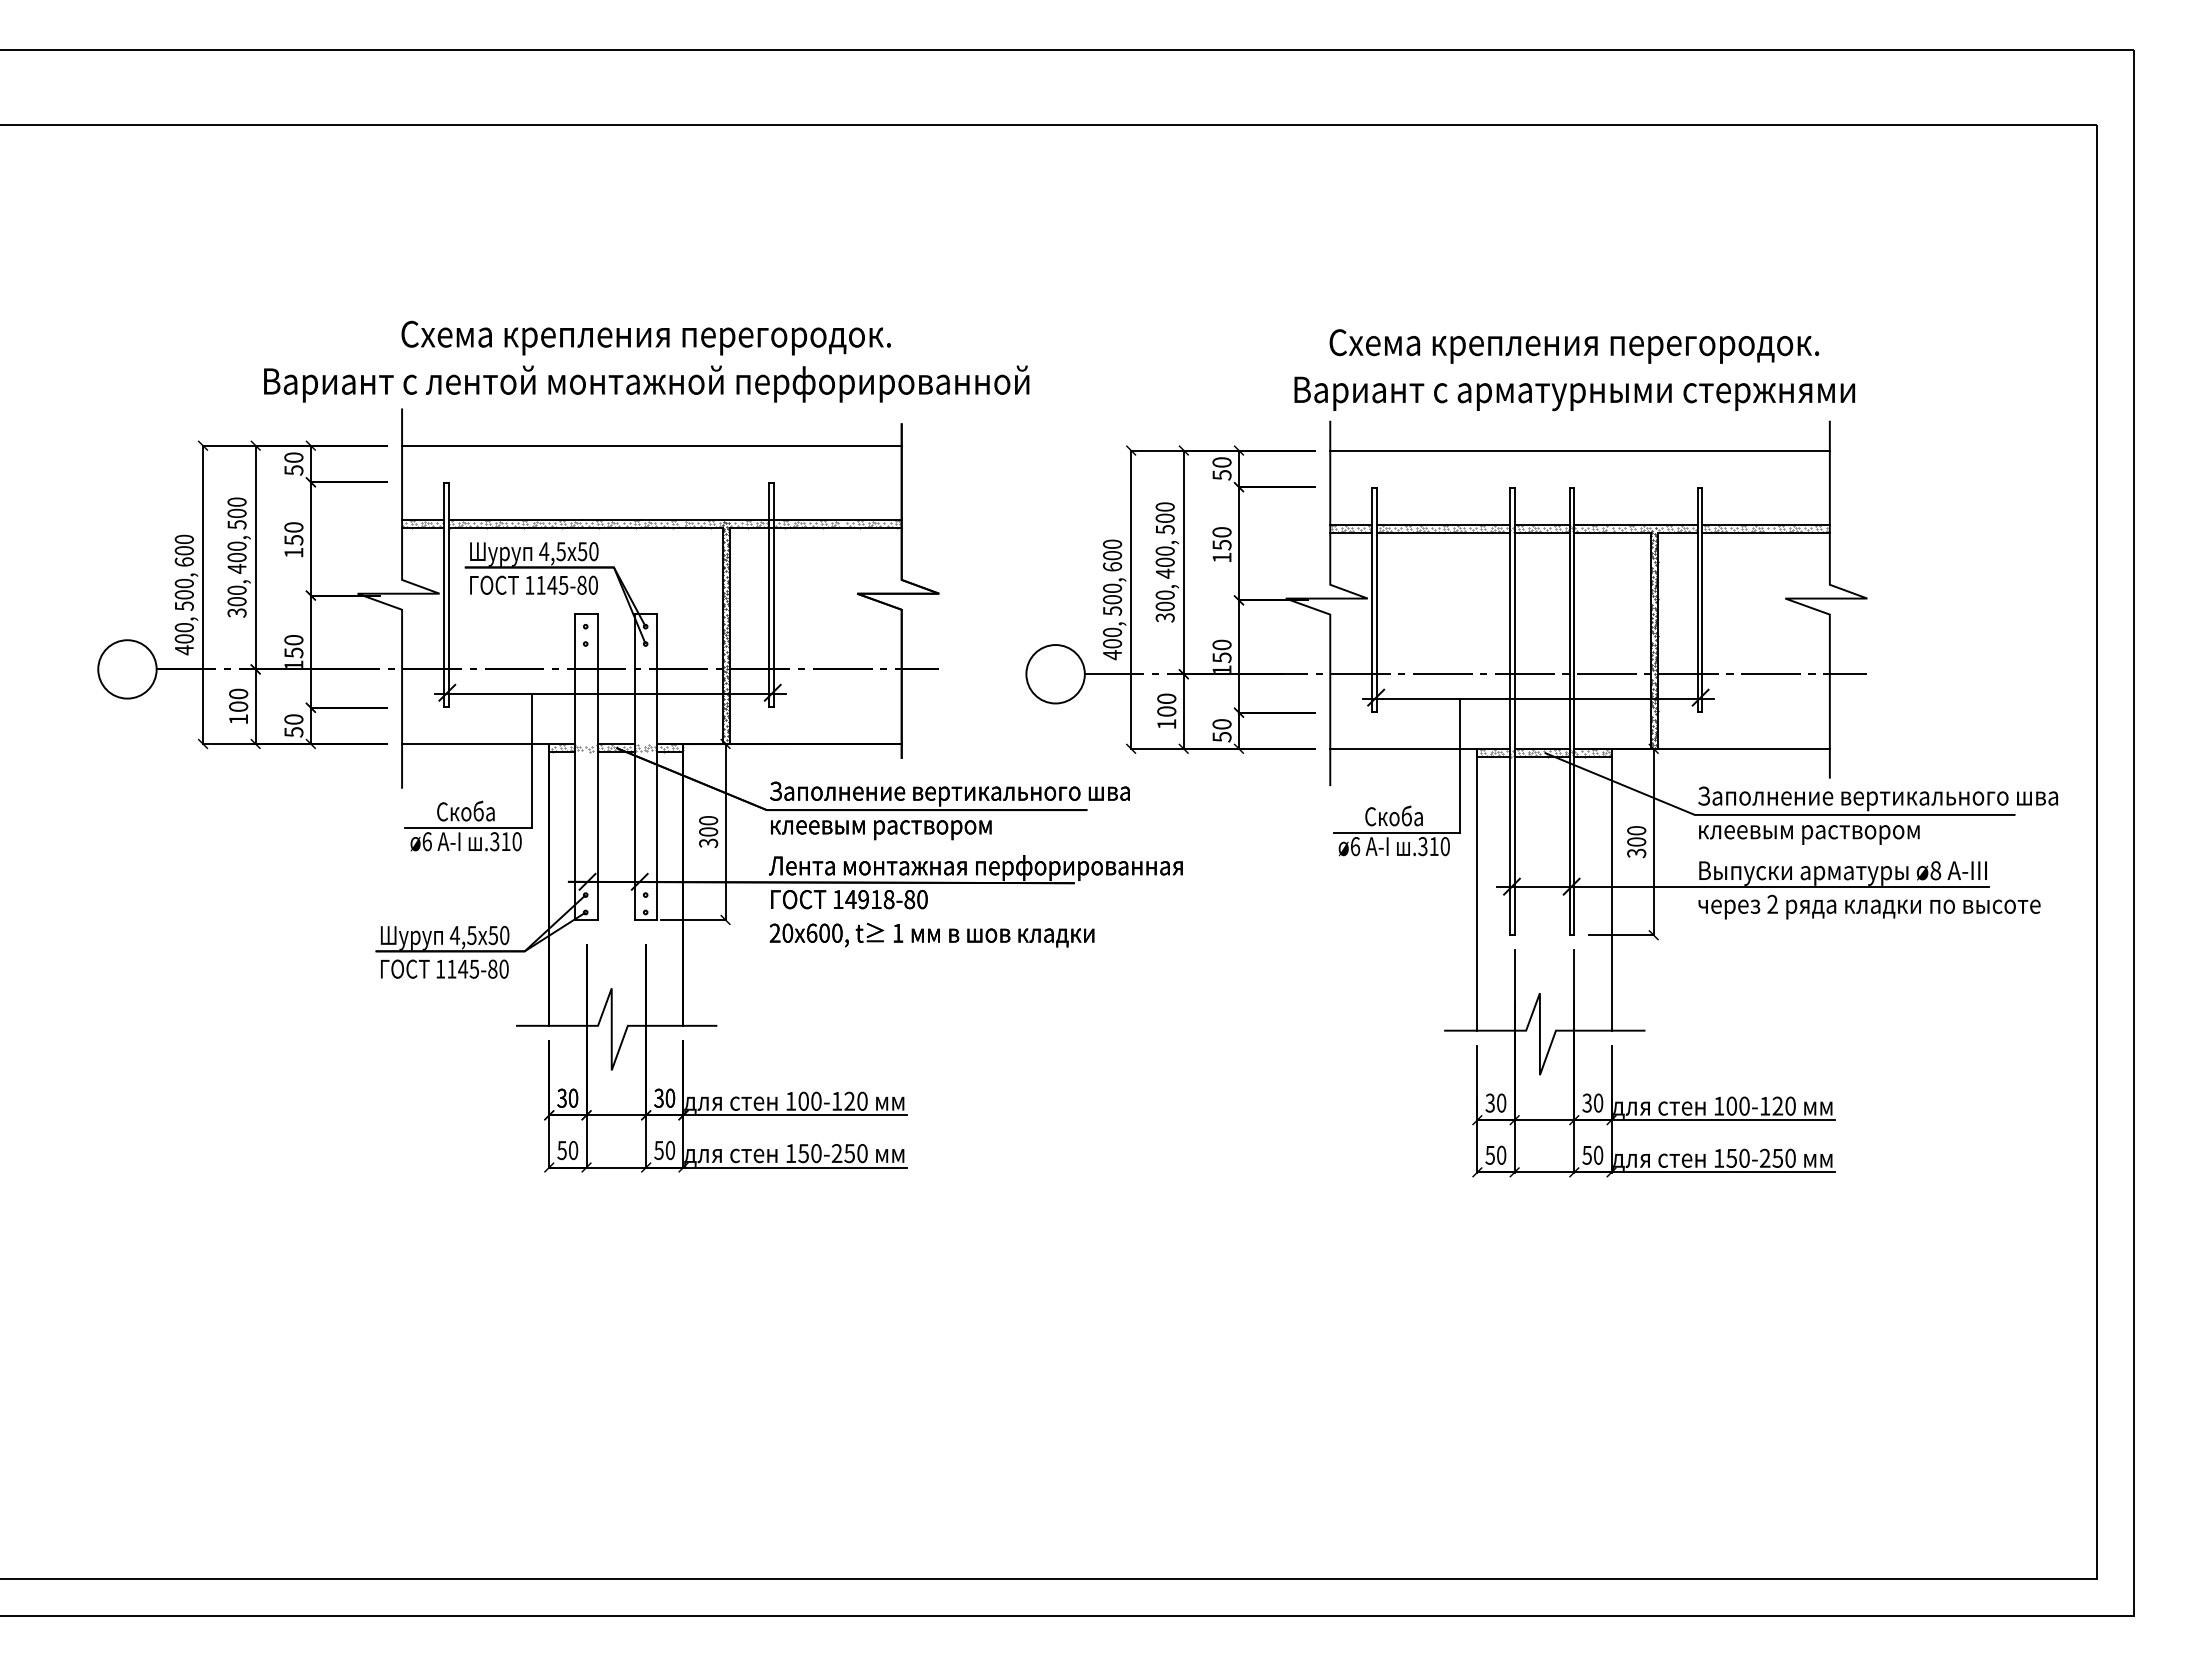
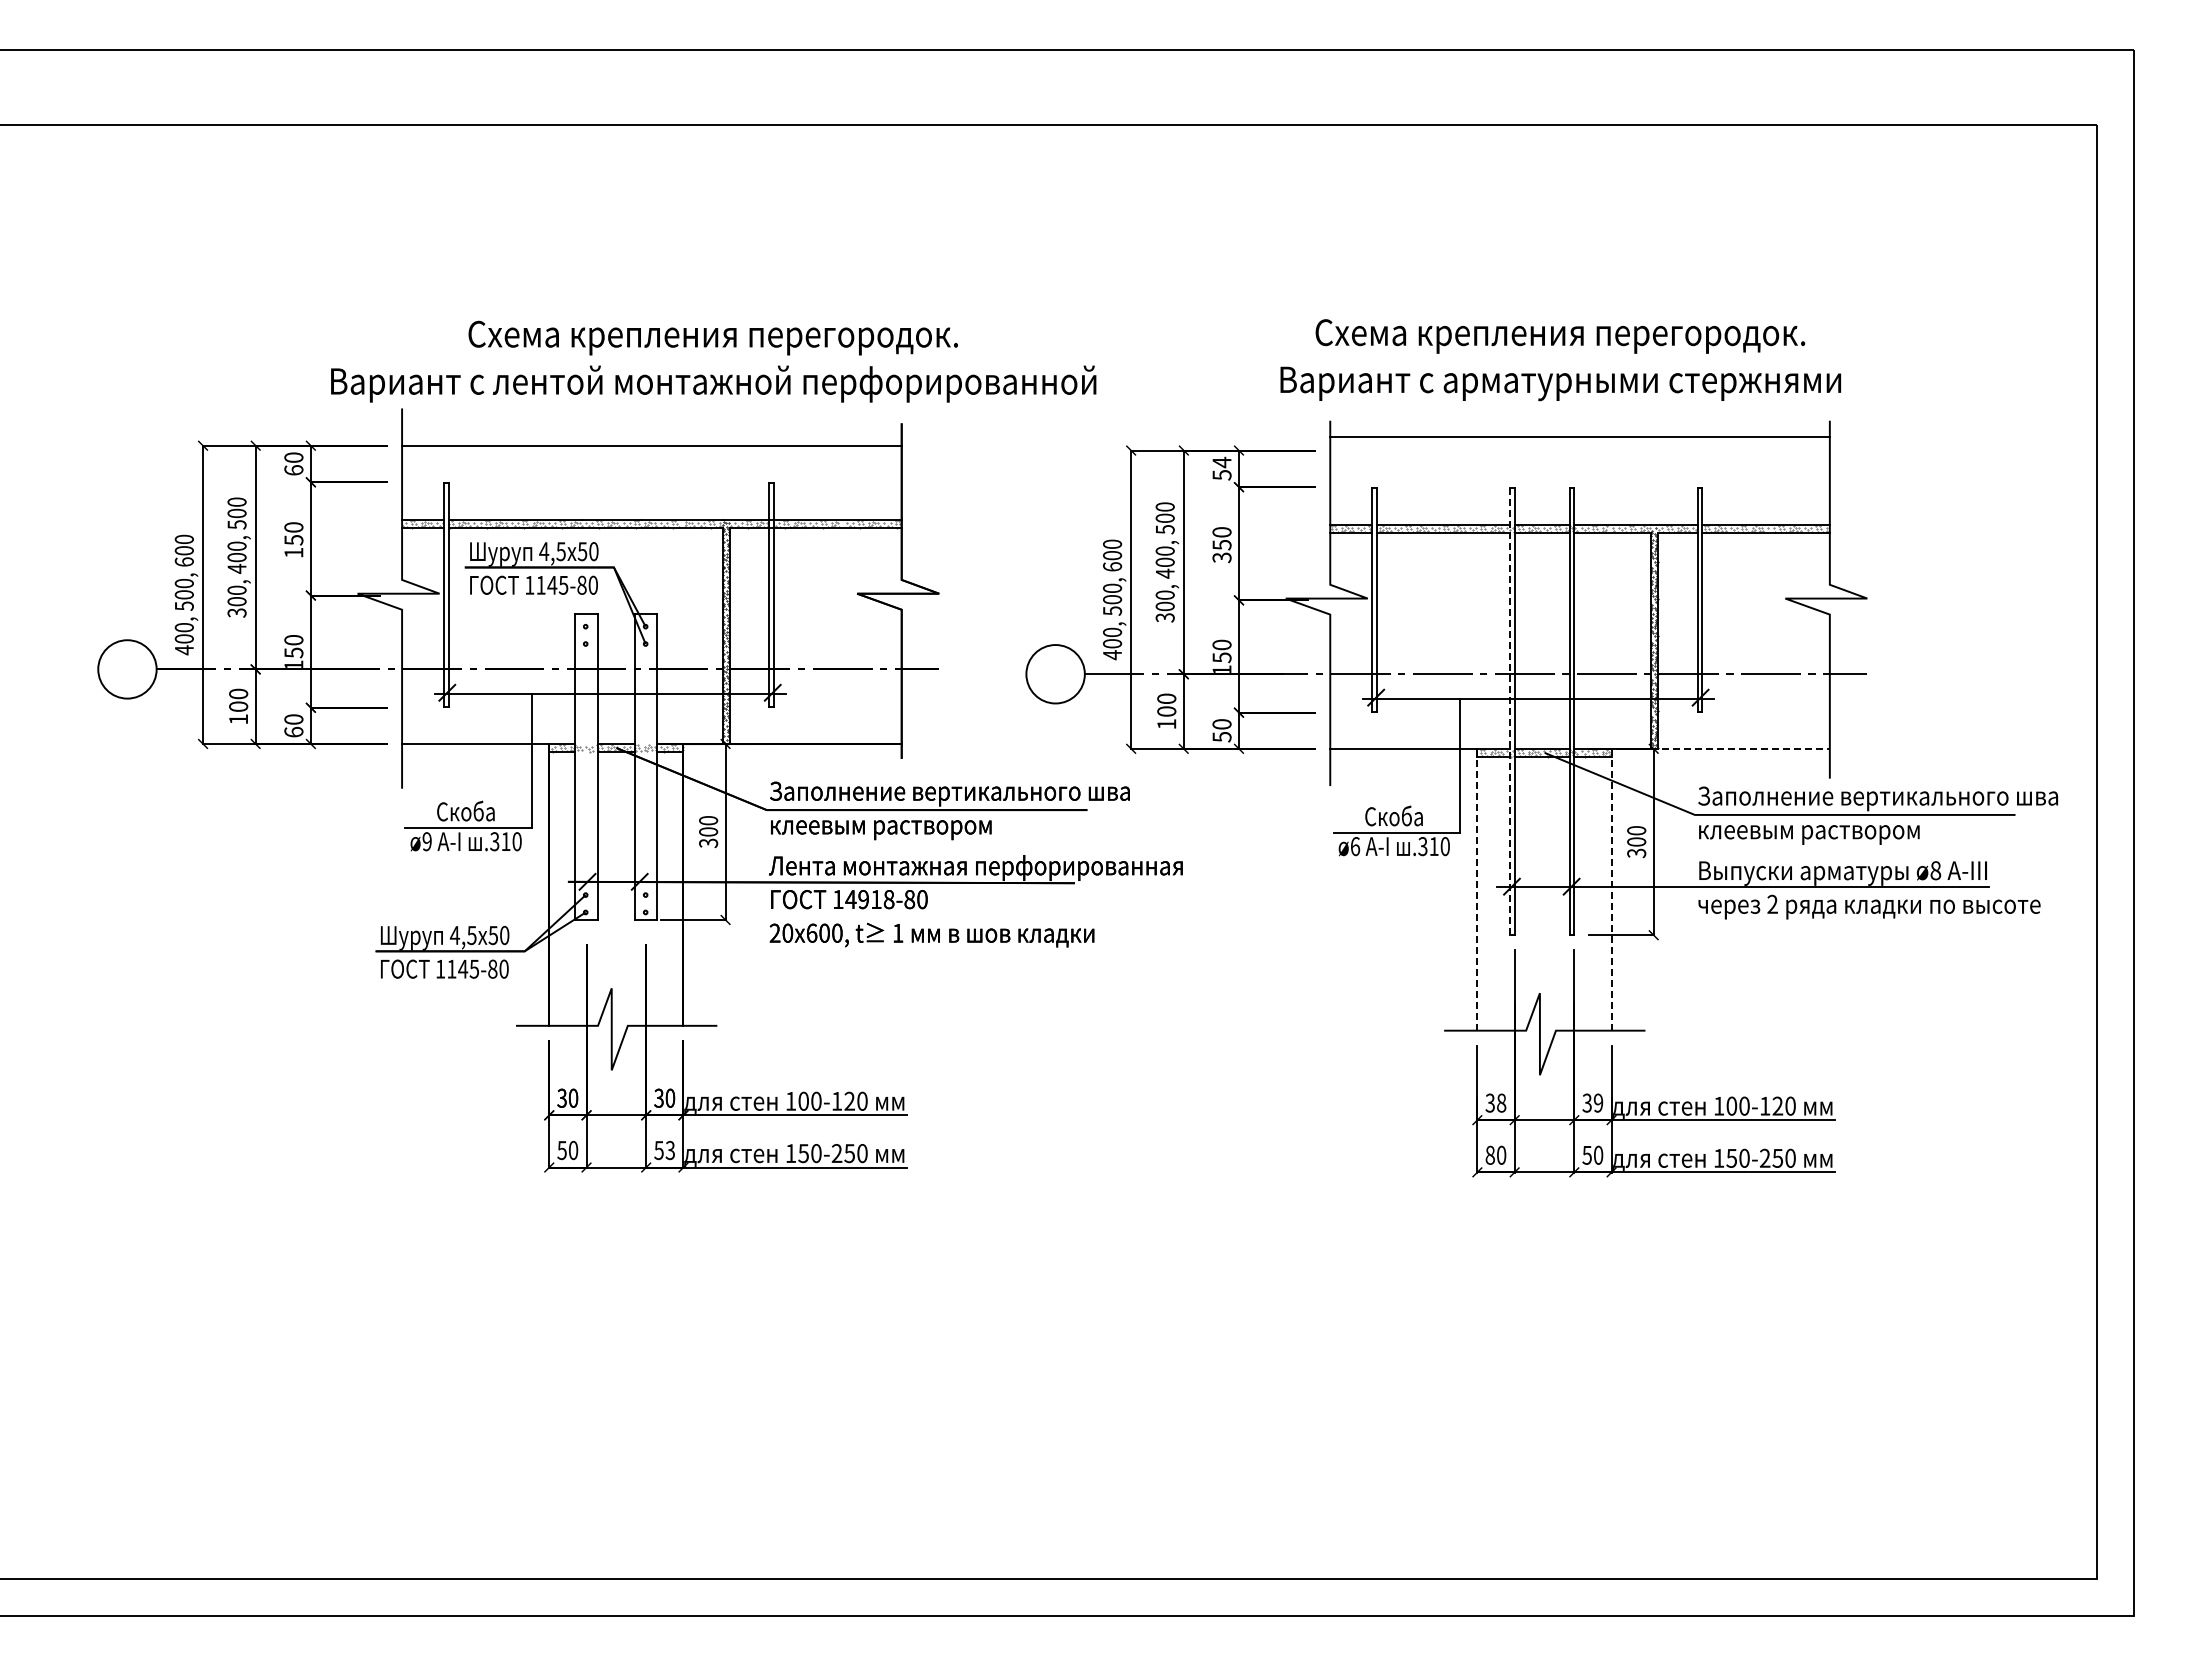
text at (646, 361) position: (646, 361) -> (713, 361)
text at (1574, 370) position: (1574, 370) -> (1560, 360)
line at (1579, 450) position: (1579, 450) -> (1579, 436)
text at (1221, 462): 50 -> 54
text at (293, 470): 50 -> 60
text at (1221, 557): 150 -> 350
line at (1510, 711): solid -> dashed
text at (293, 731): 50 -> 60
line at (1740, 748): solid -> dashed
text at (426, 841): ø6 -> ø9
line at (1477, 889): solid -> dashed
line at (1611, 889): solid -> dashed
text at (1598, 1102): 30 -> 39
text at (1501, 1103): 30 -> 38
text at (670, 1150): 50 -> 53
text at (1489, 1154): 50 -> 80
